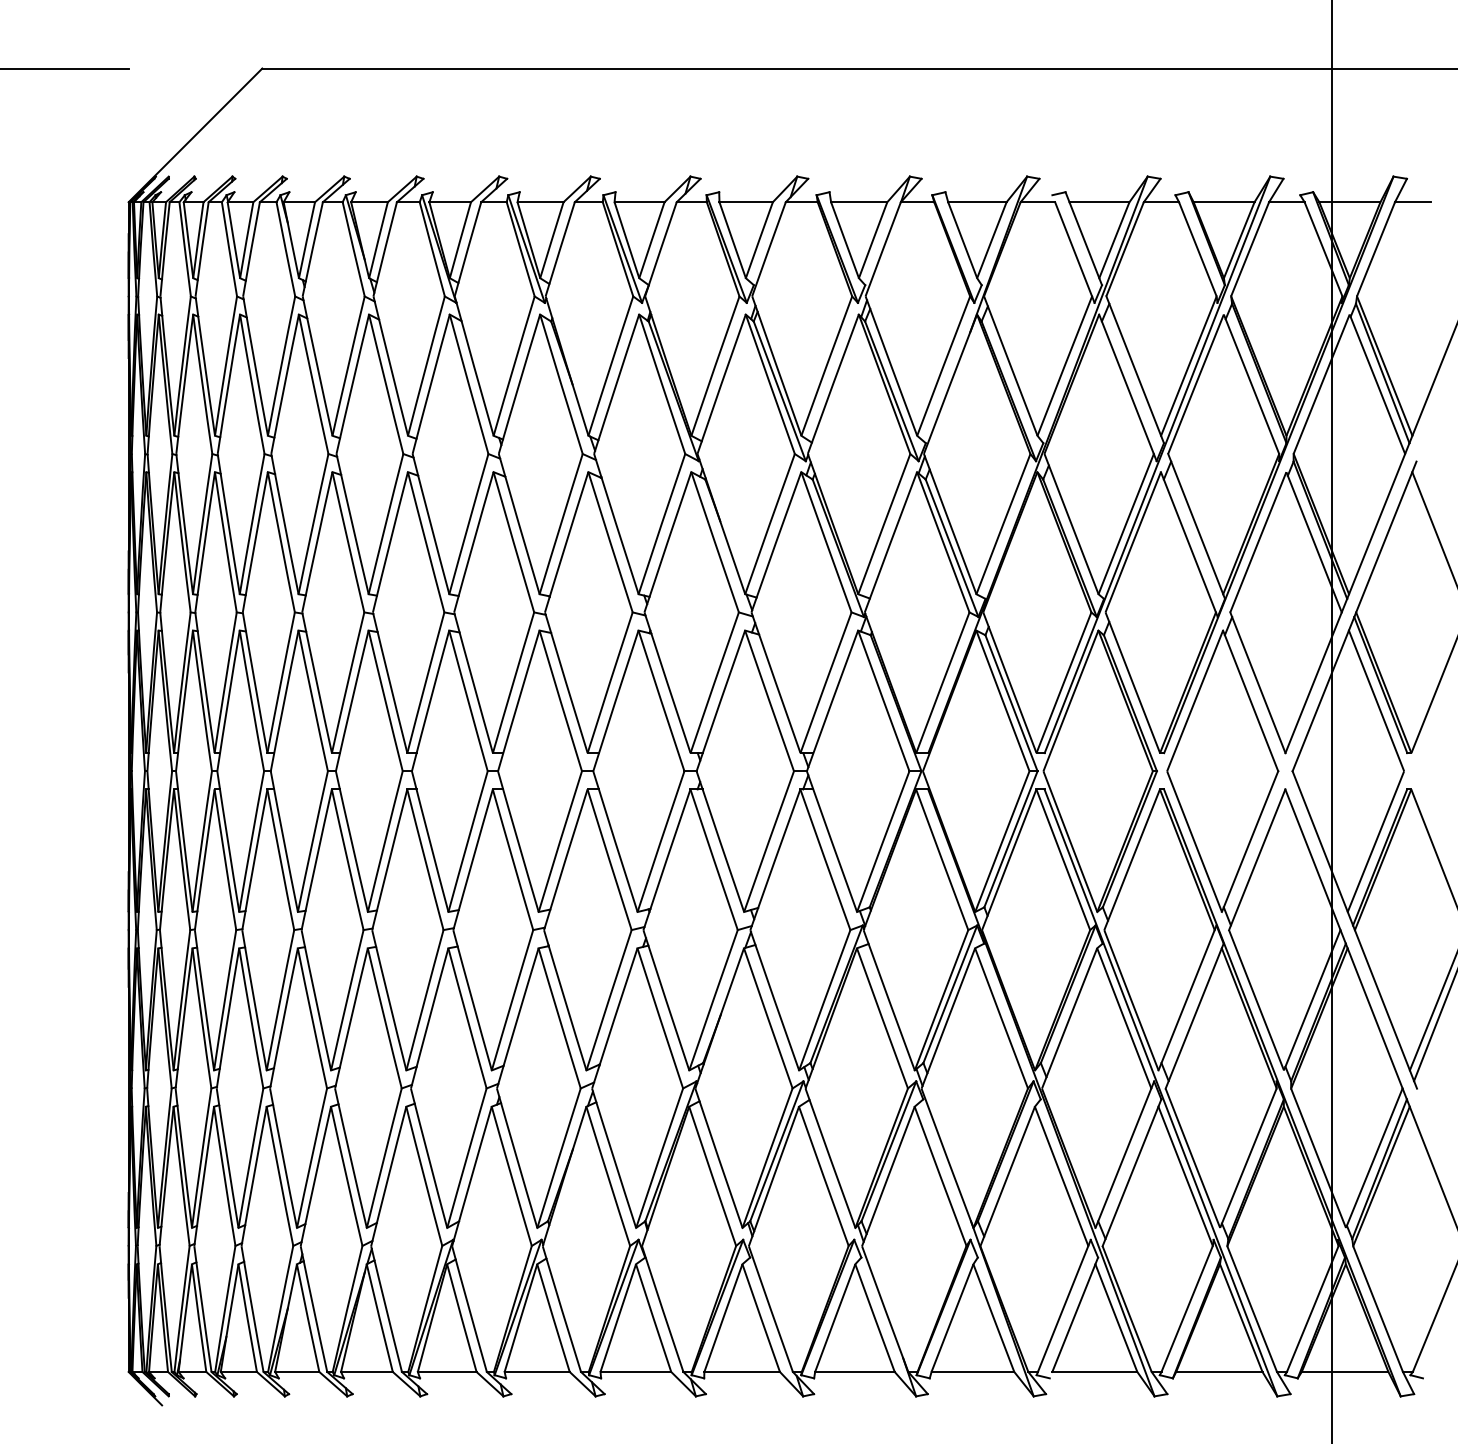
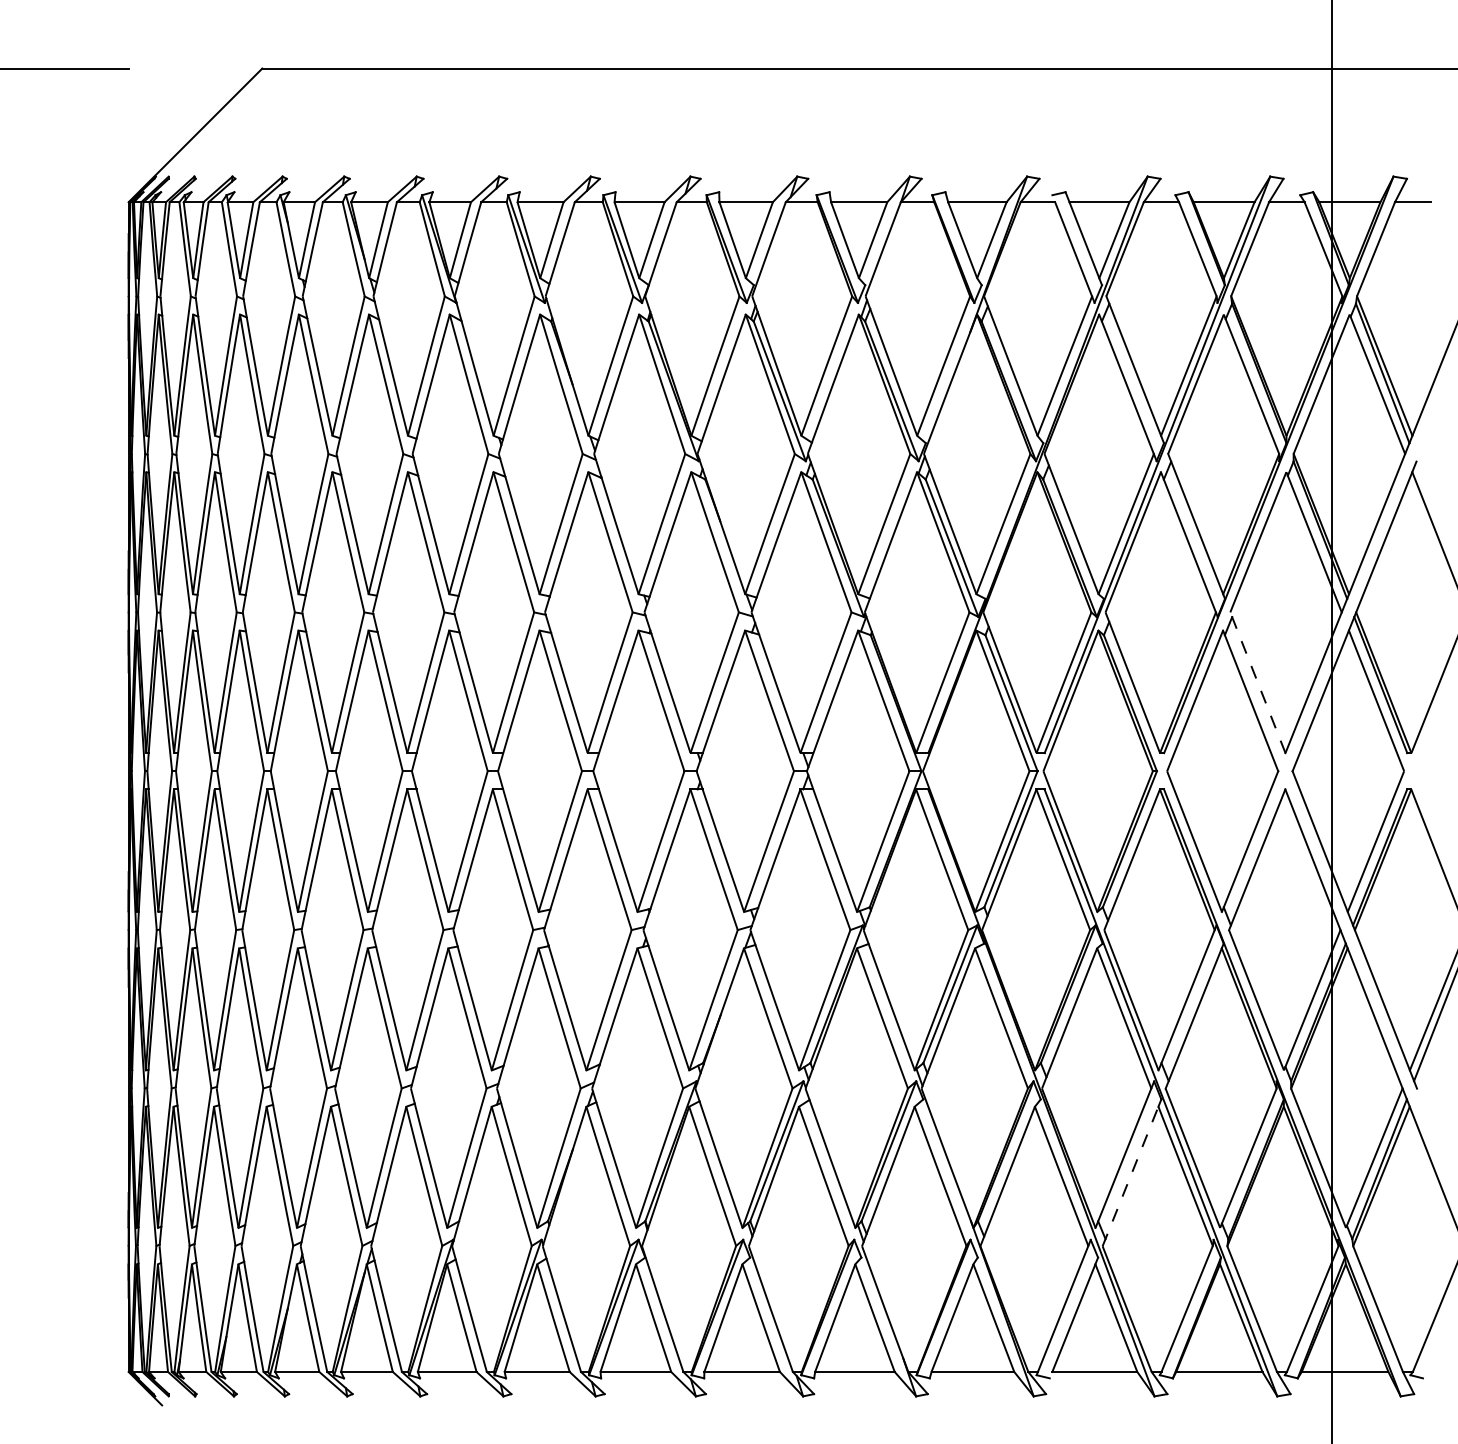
line at (1257, 682): solid -> dashed
line at (1130, 1176): solid -> dashed
